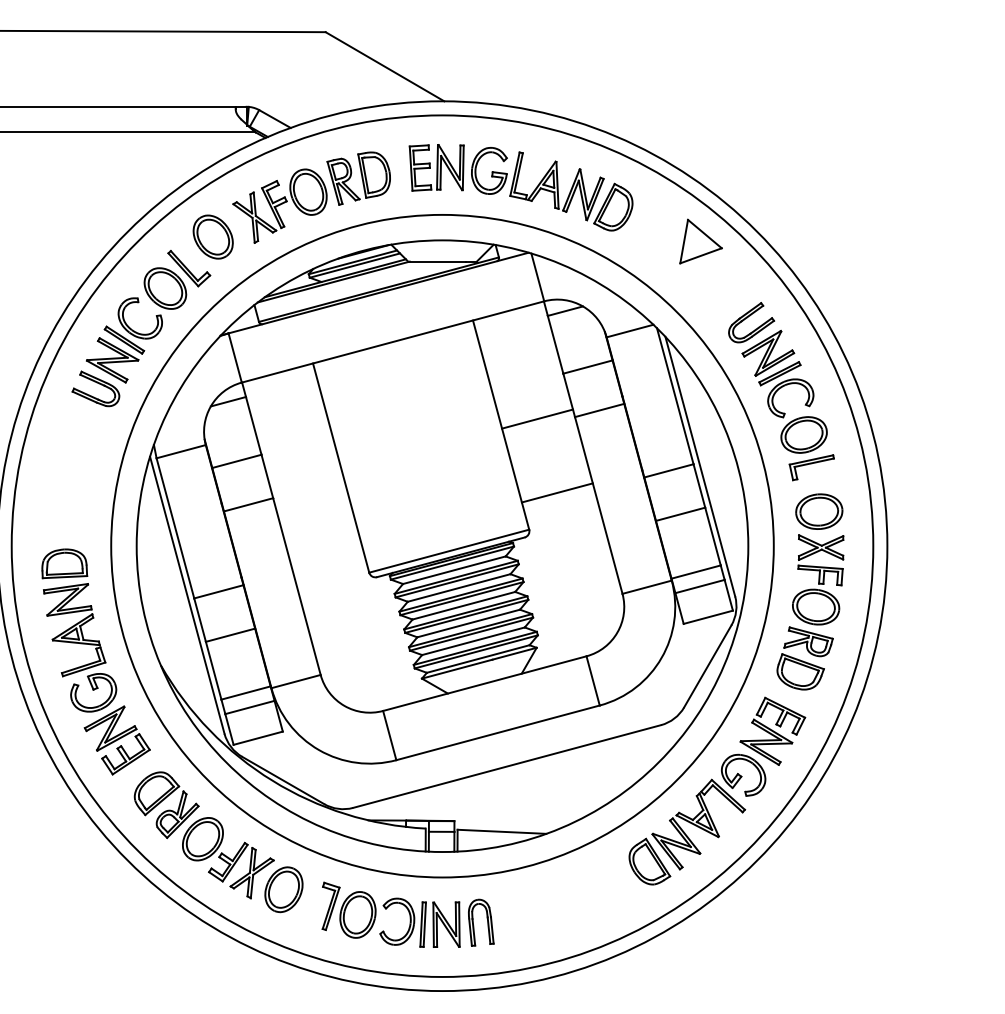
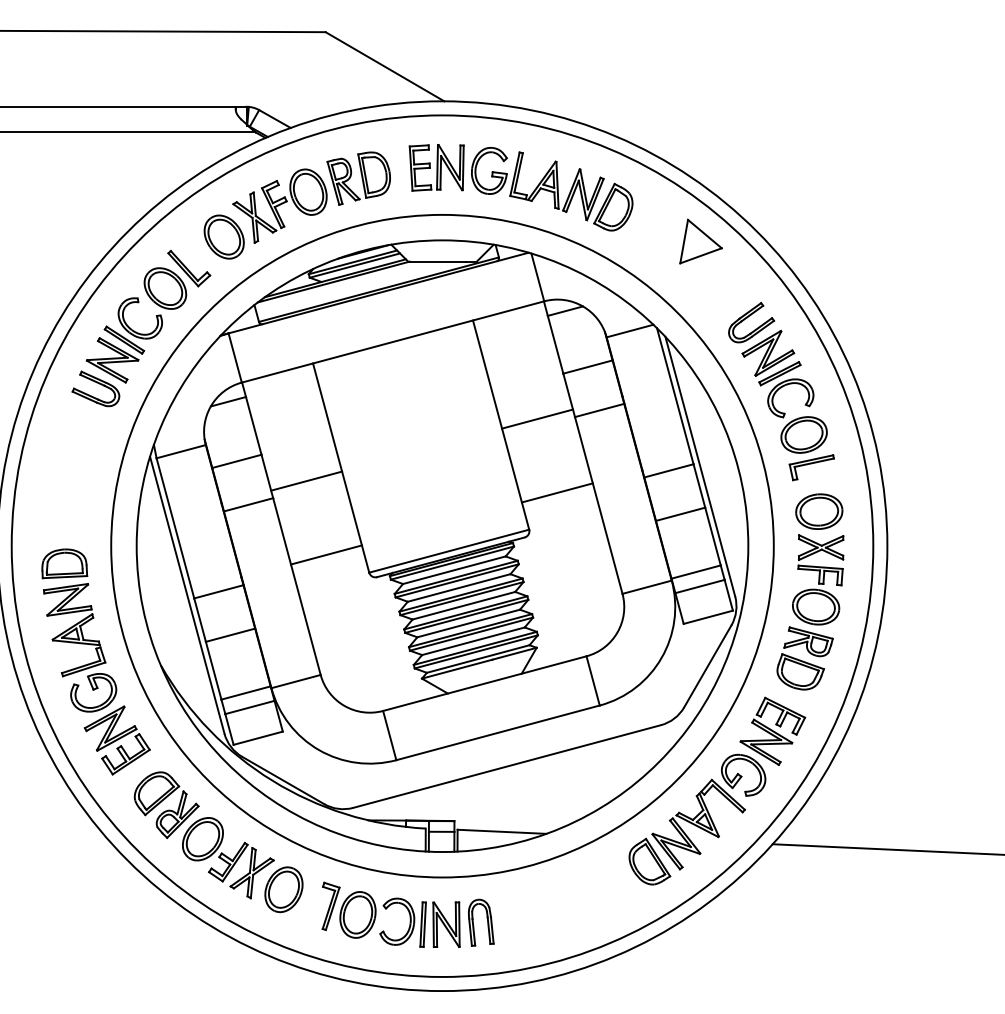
part at (212, 236) position: (212, 236) -> (223, 236)
line at (306, 480): none -> present
line at (326, 554): none -> present
line at (886, 849): none -> present
